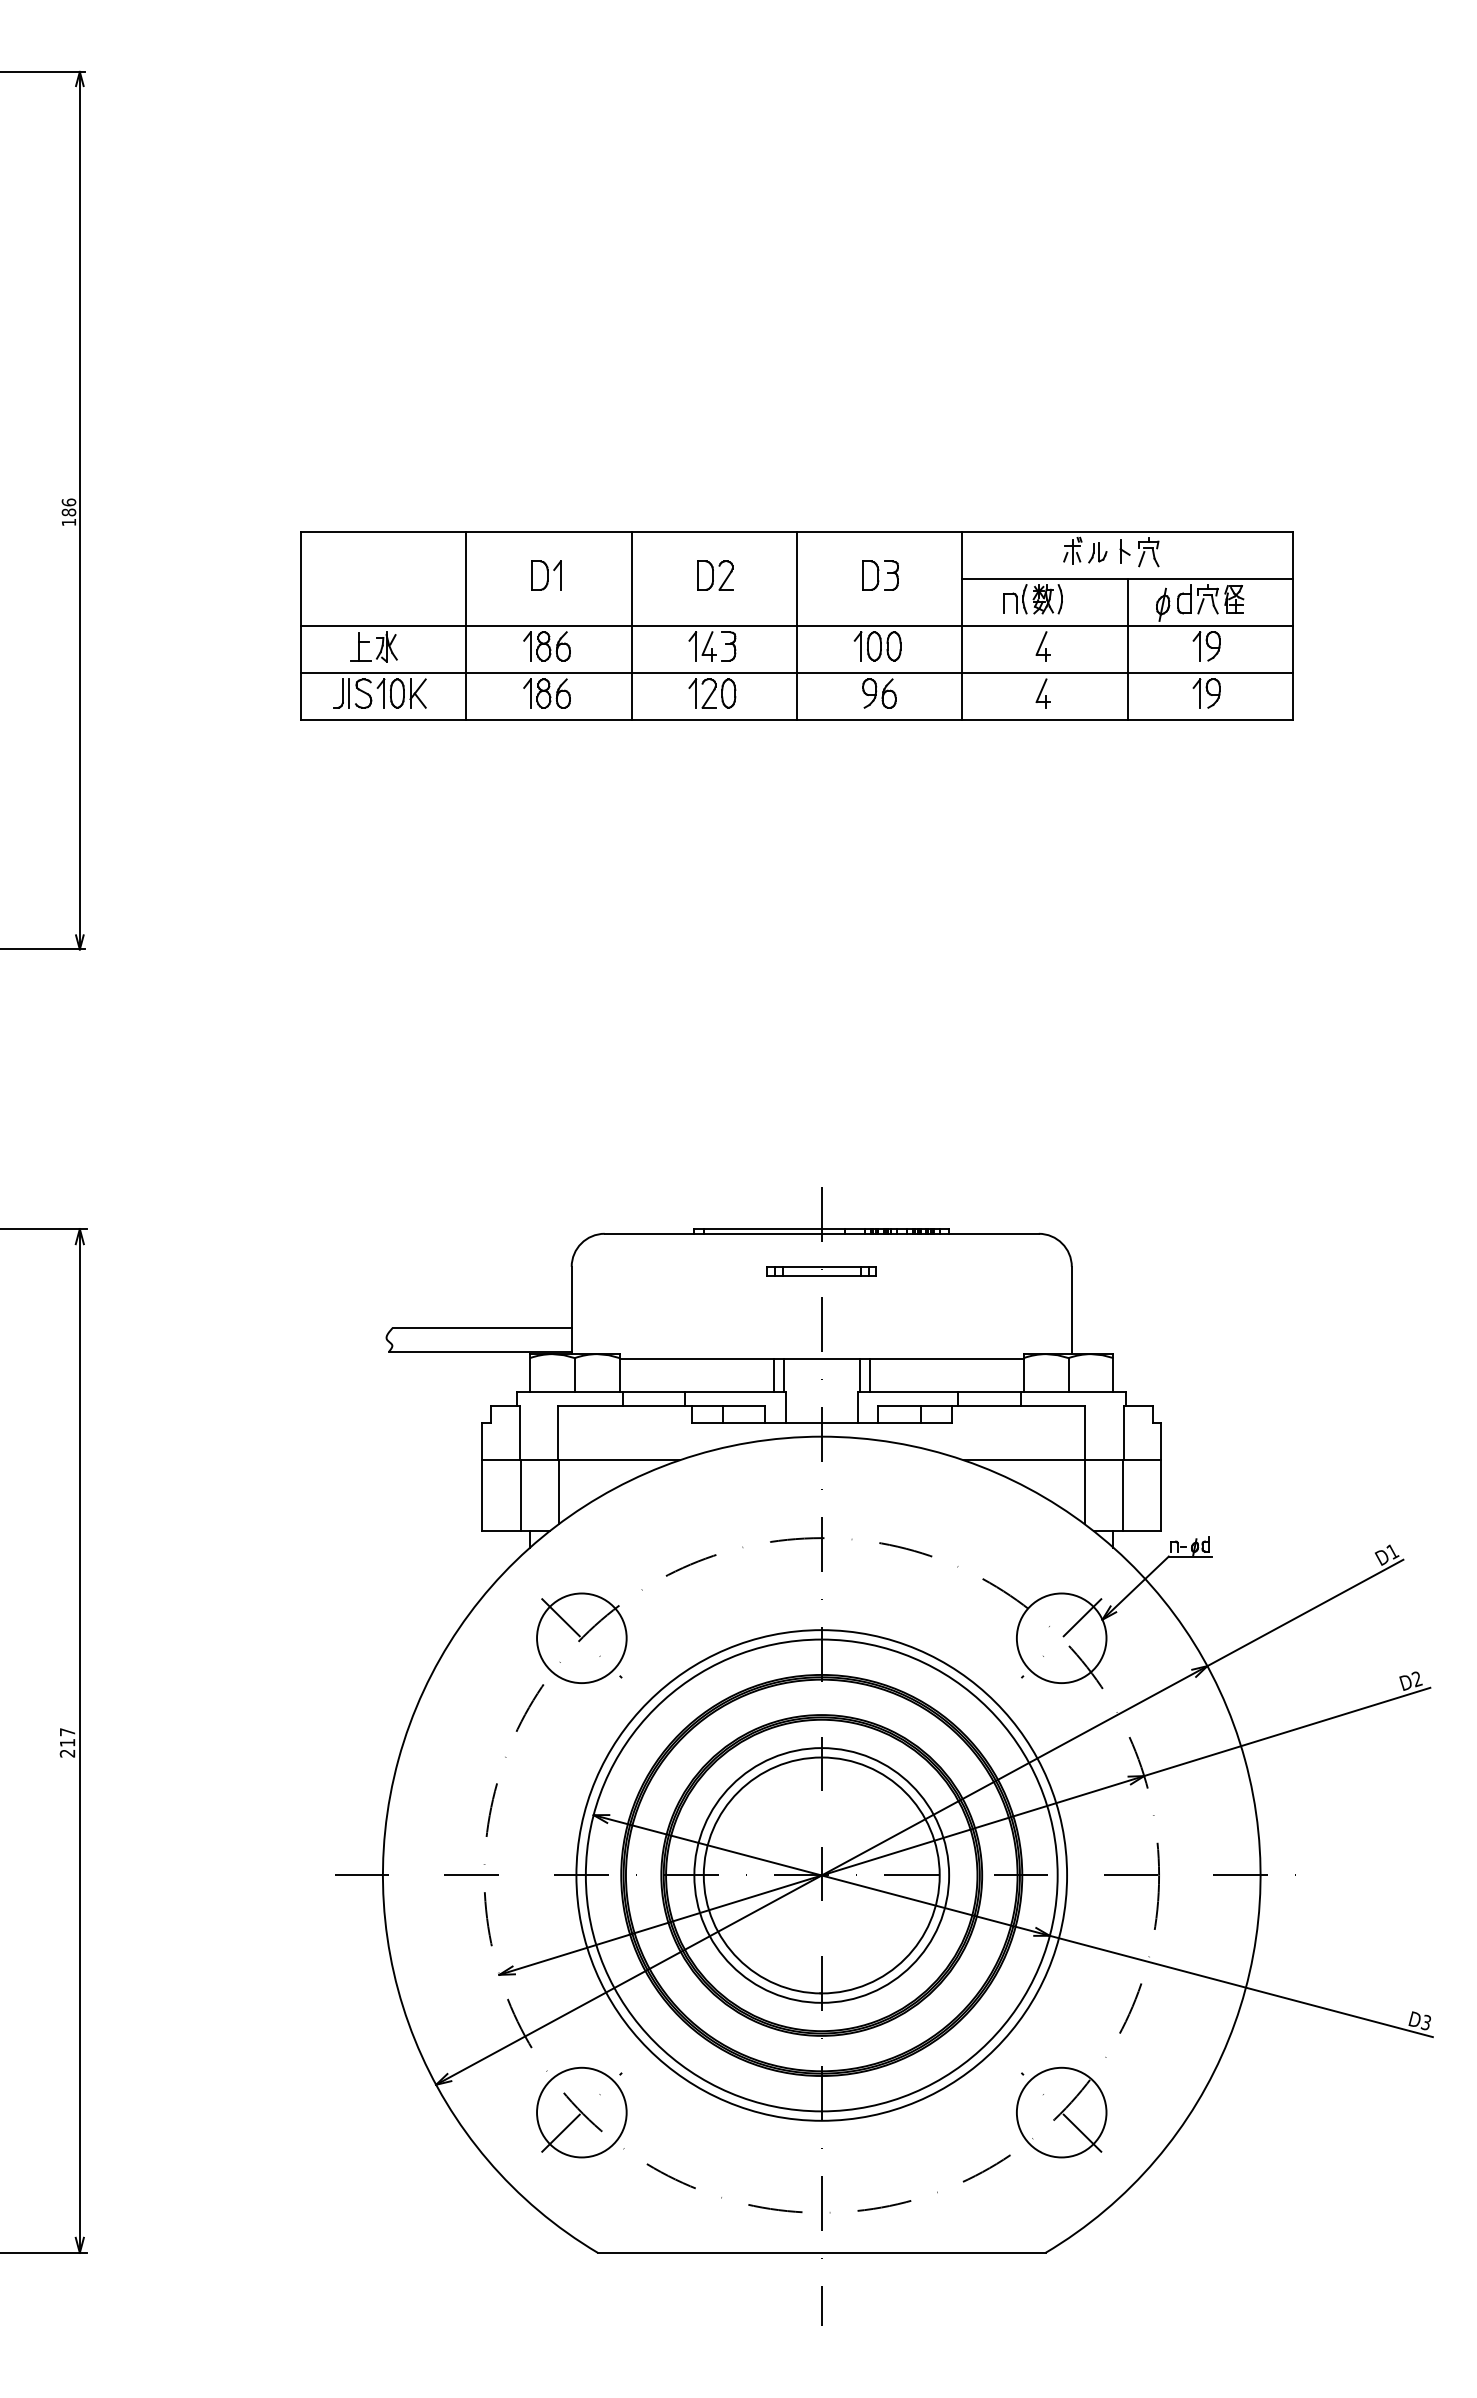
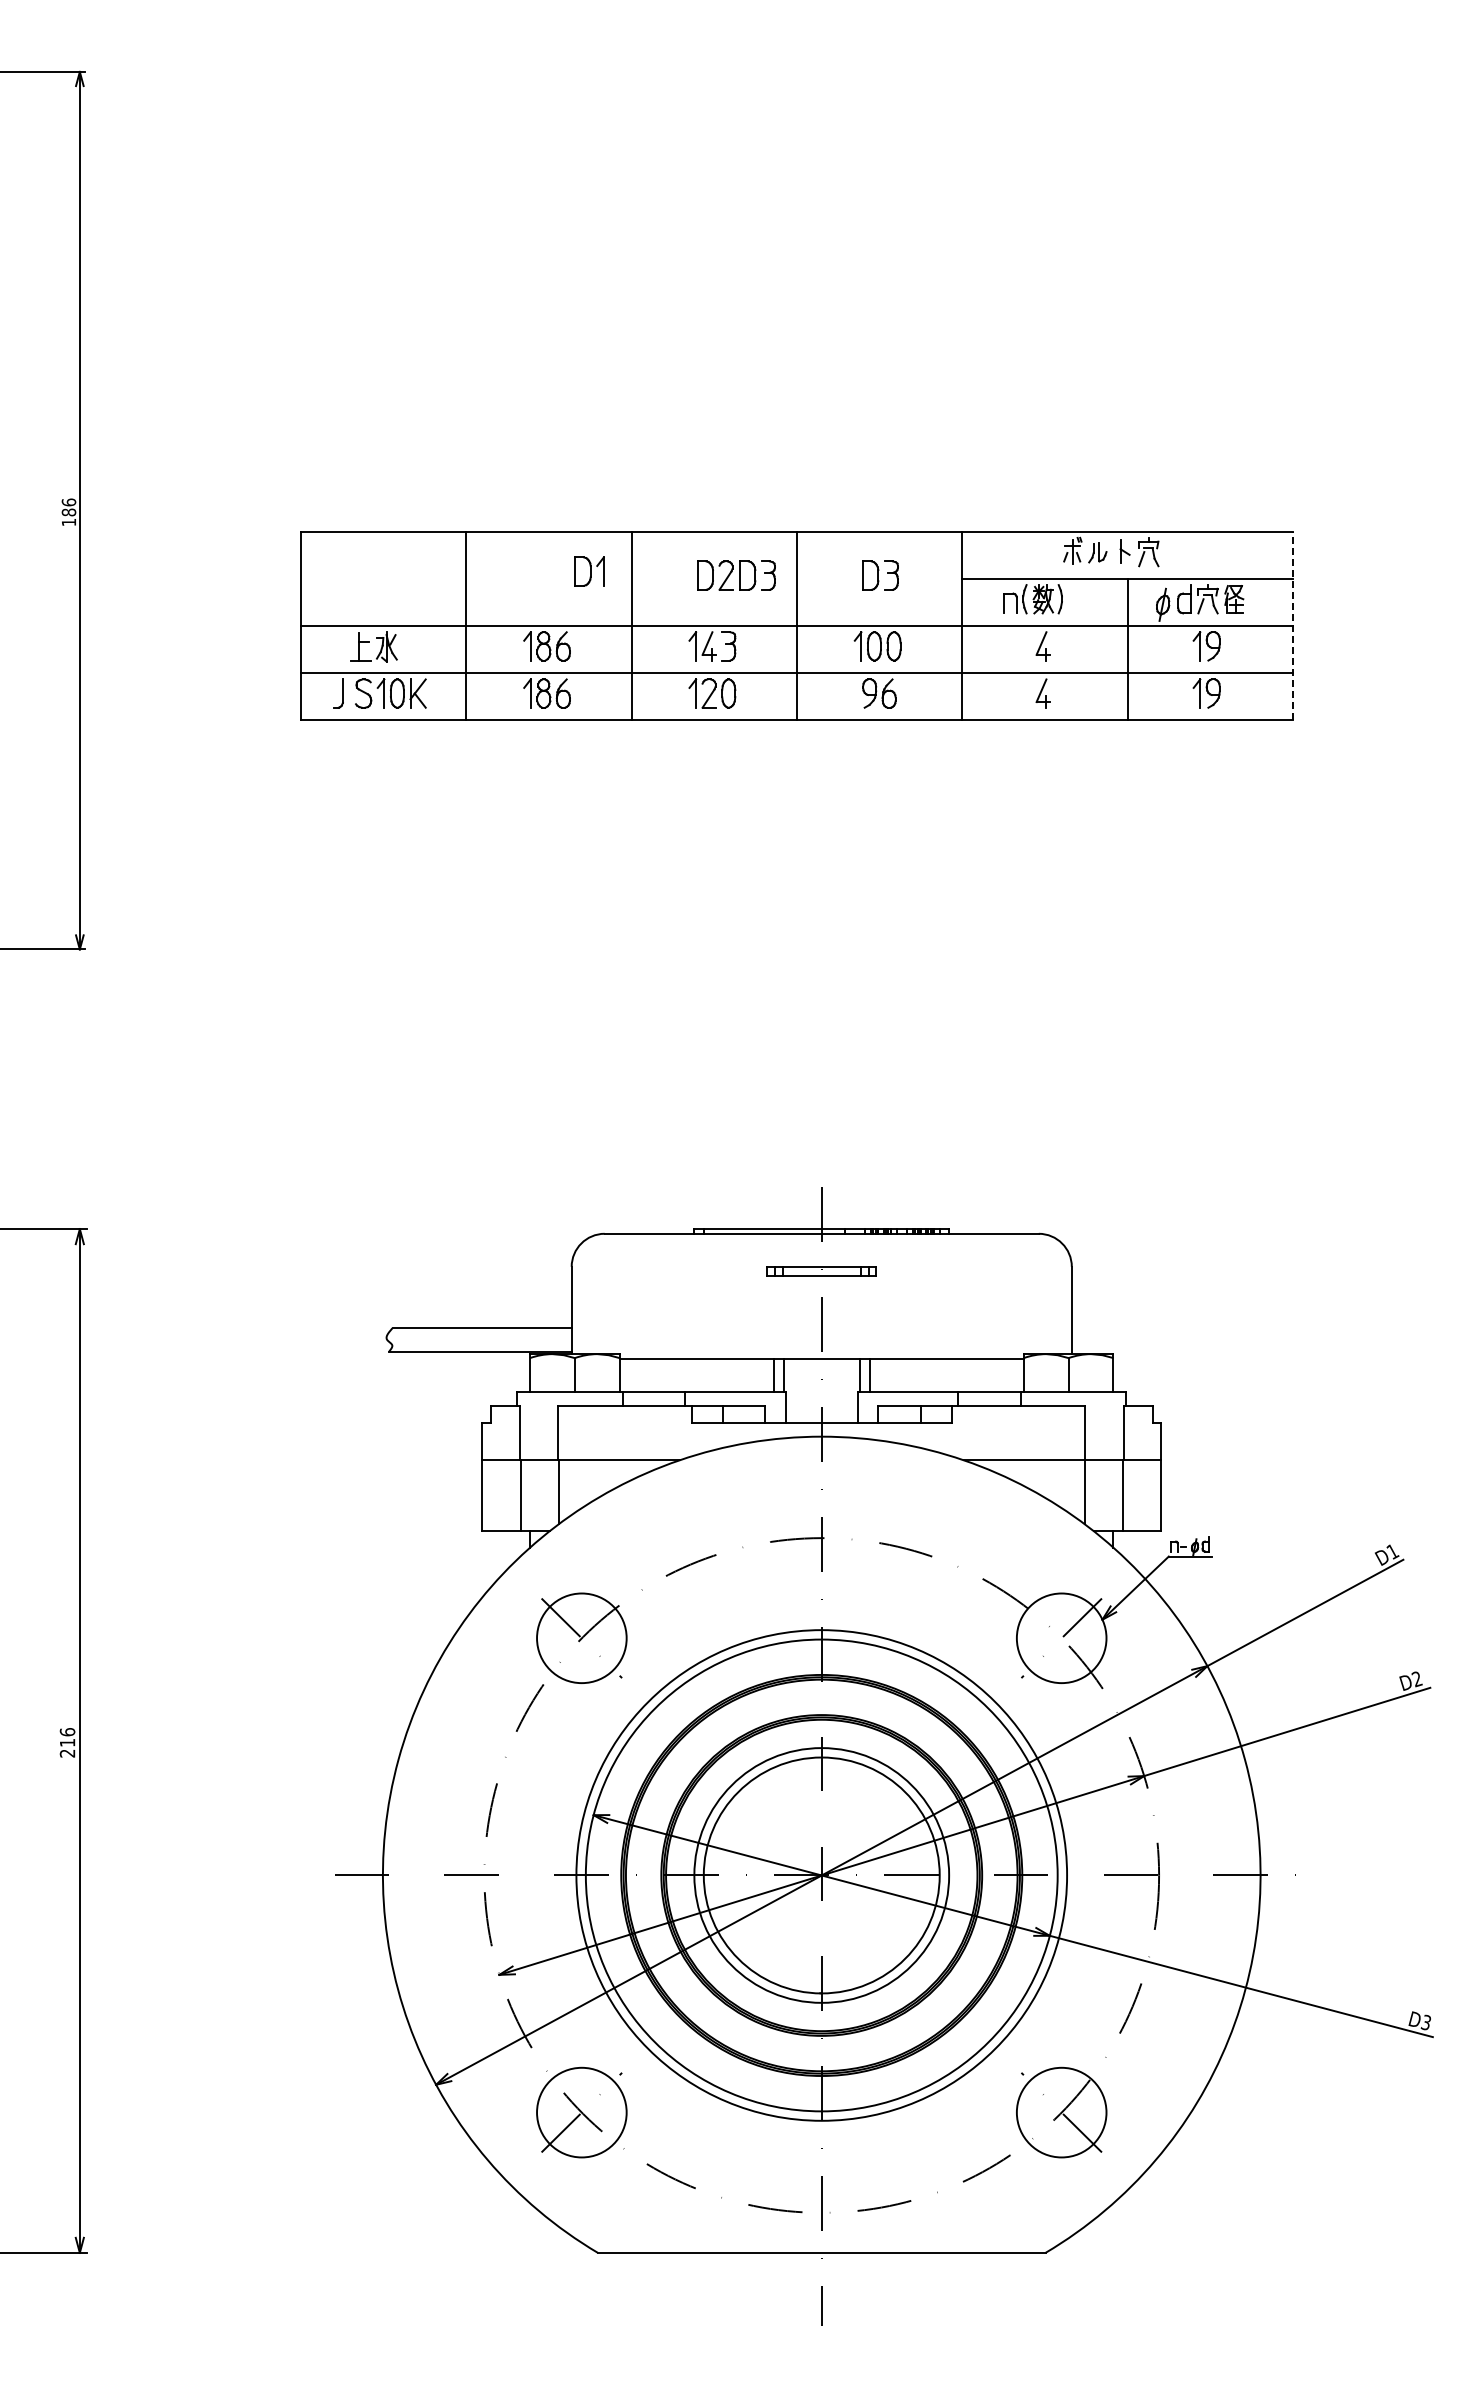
part at (546, 575) position: (546, 575) -> (589, 571)
part at (757, 575): none -> present
line at (1292, 625): solid -> dashed
line at (349, 693): present -> none
text at (67, 1732): 217 -> 216
